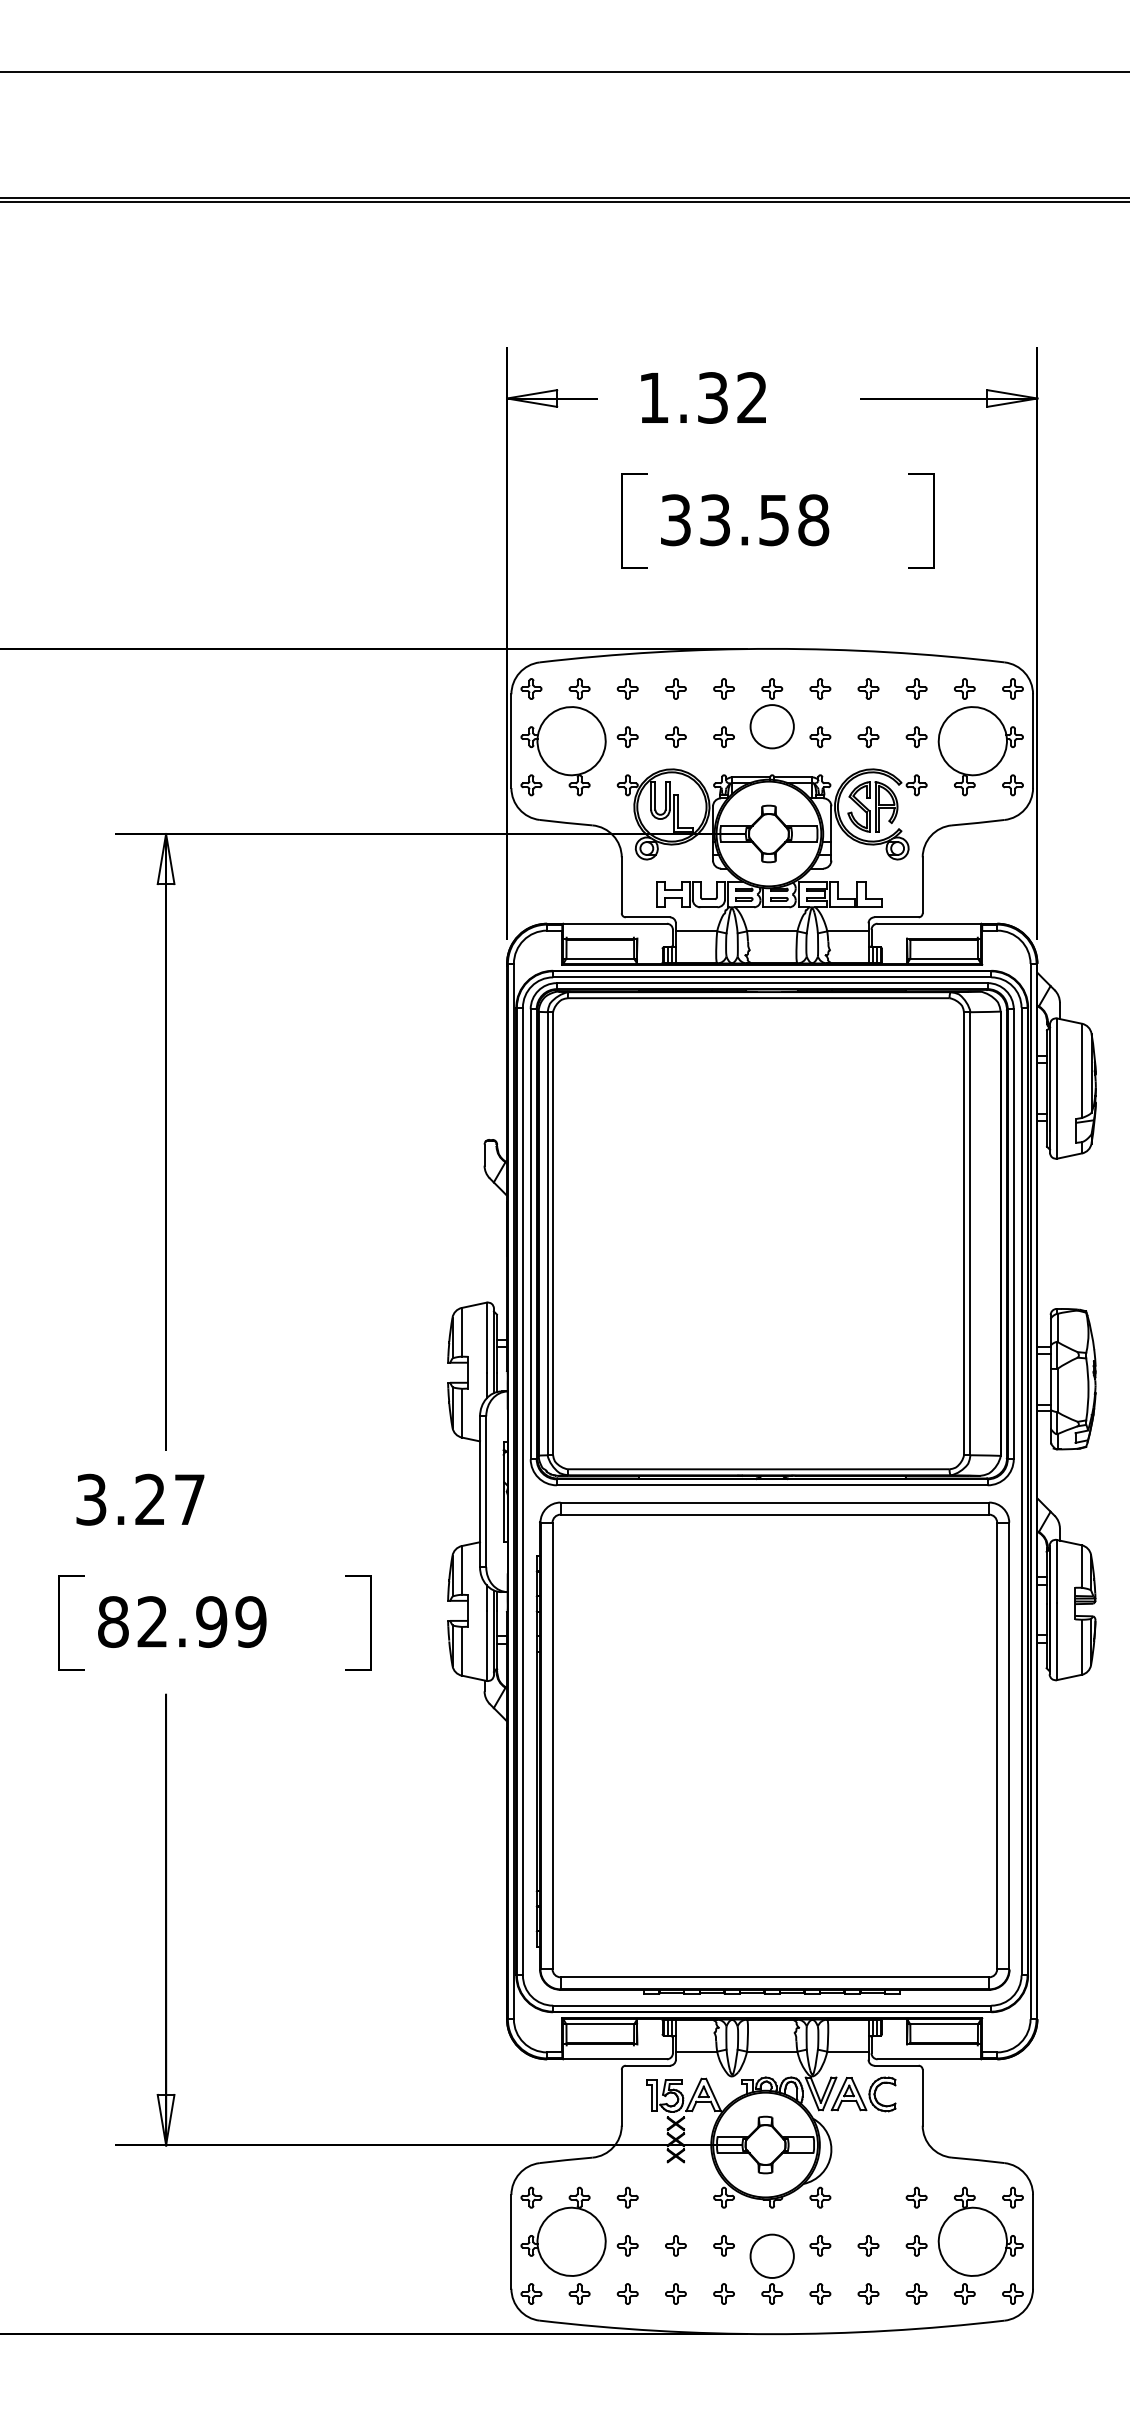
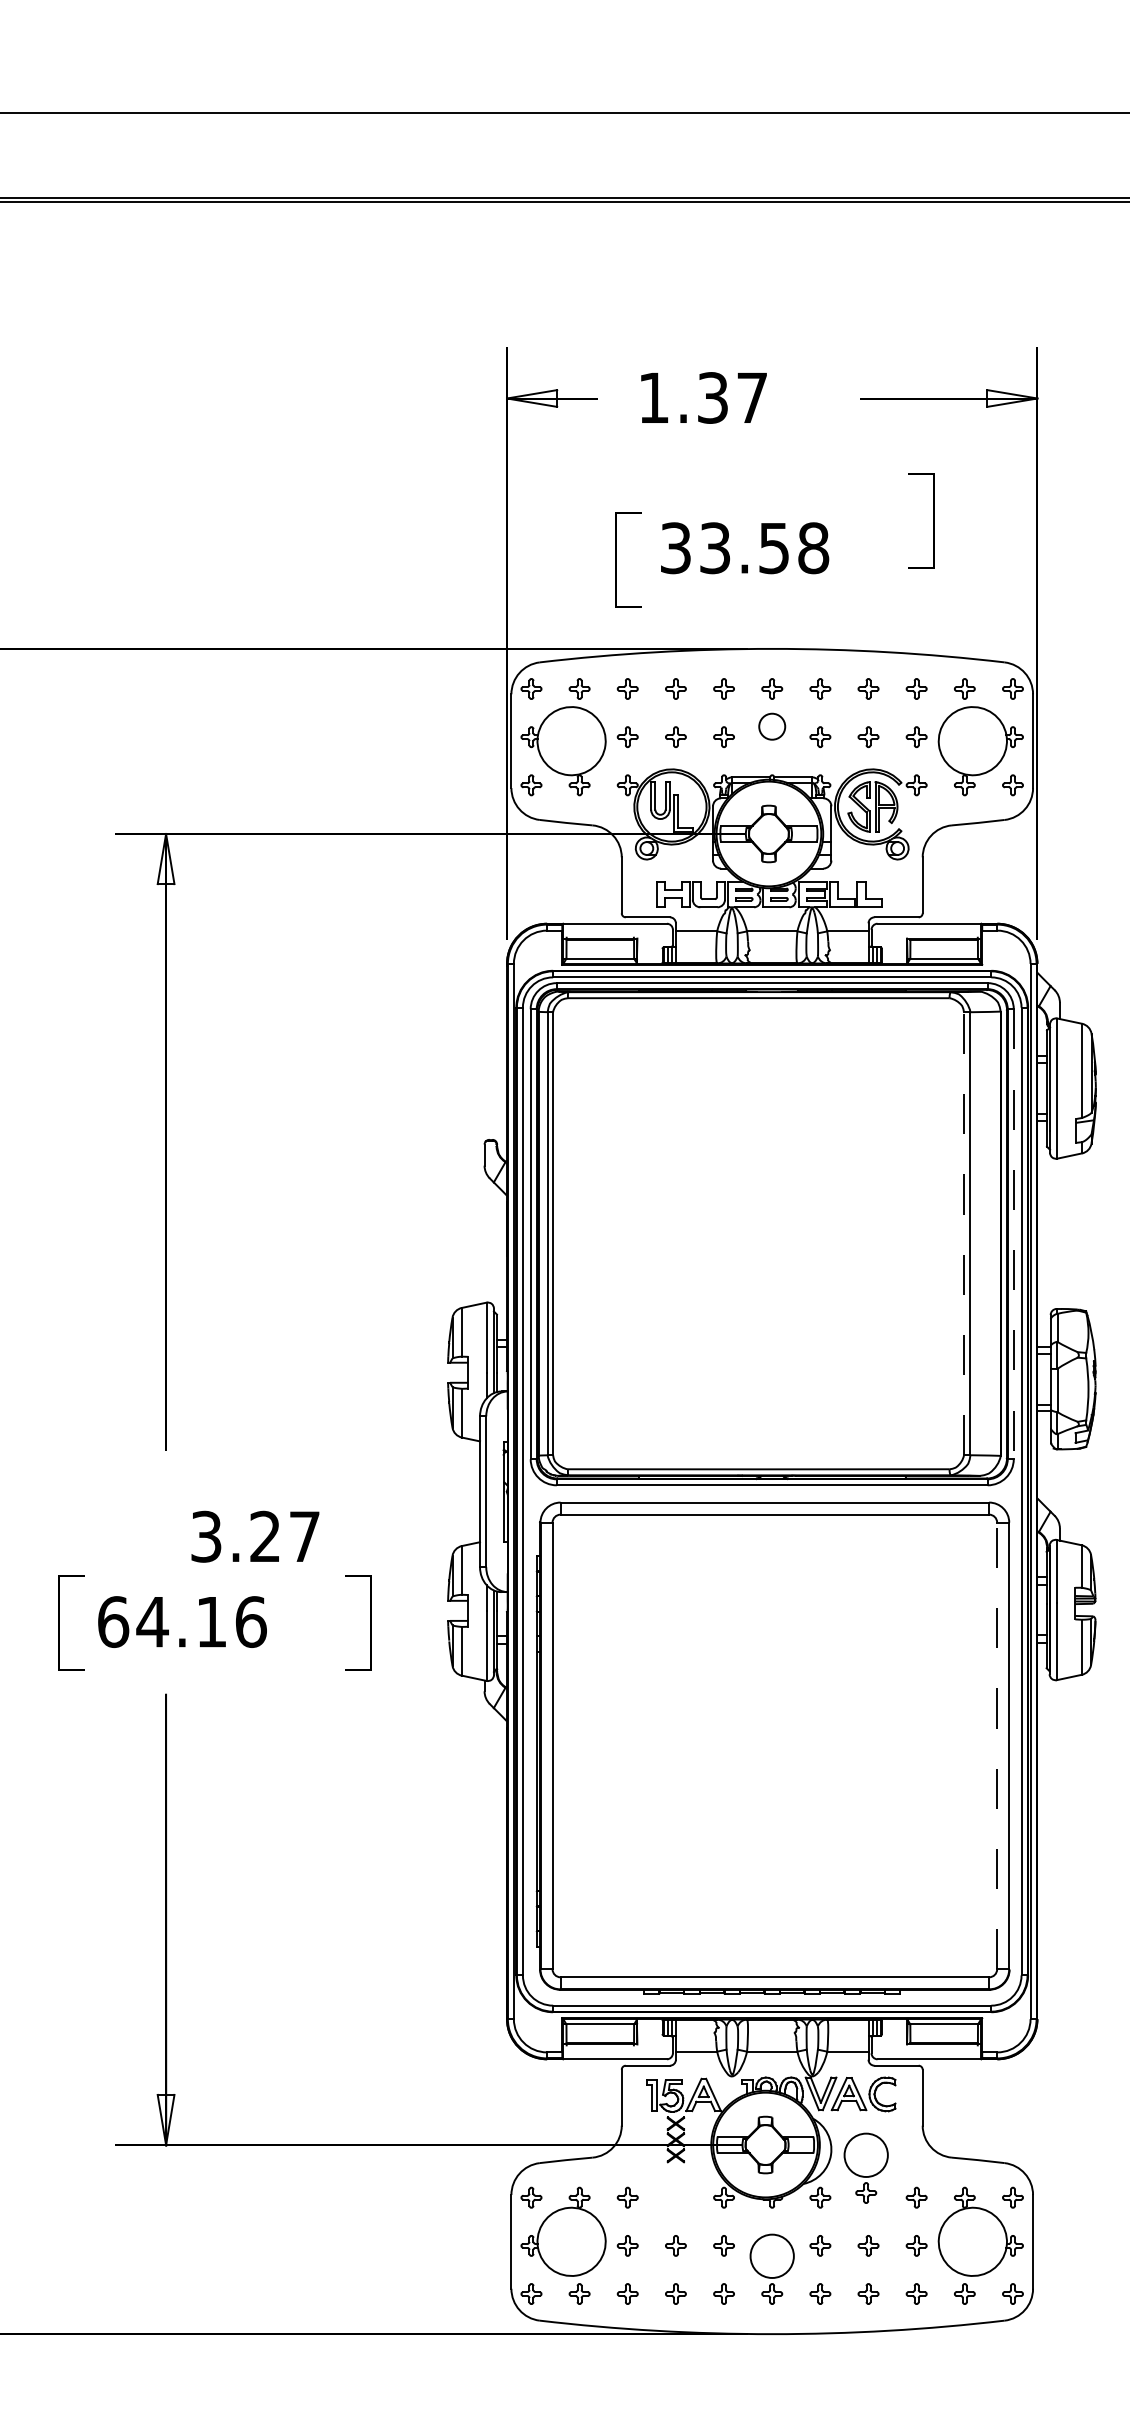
line at (564, 72) position: (564, 72) -> (564, 113)
text at (751, 397): 1.32 -> 1.37
part at (622, 520) position: (622, 520) -> (616, 559)
text at (745, 520) position: (745, 520) -> (745, 548)
circle at (771, 726) diameter: 43 px -> 26 px
line at (963, 1233): solid -> dashed
line at (1013, 1234): solid -> dashed
text at (140, 1499) position: (140, 1499) -> (255, 1536)
text at (182, 1621): 82.99 -> 64.16
line at (997, 1745): solid -> dashed
part at (865, 2167): none -> present
